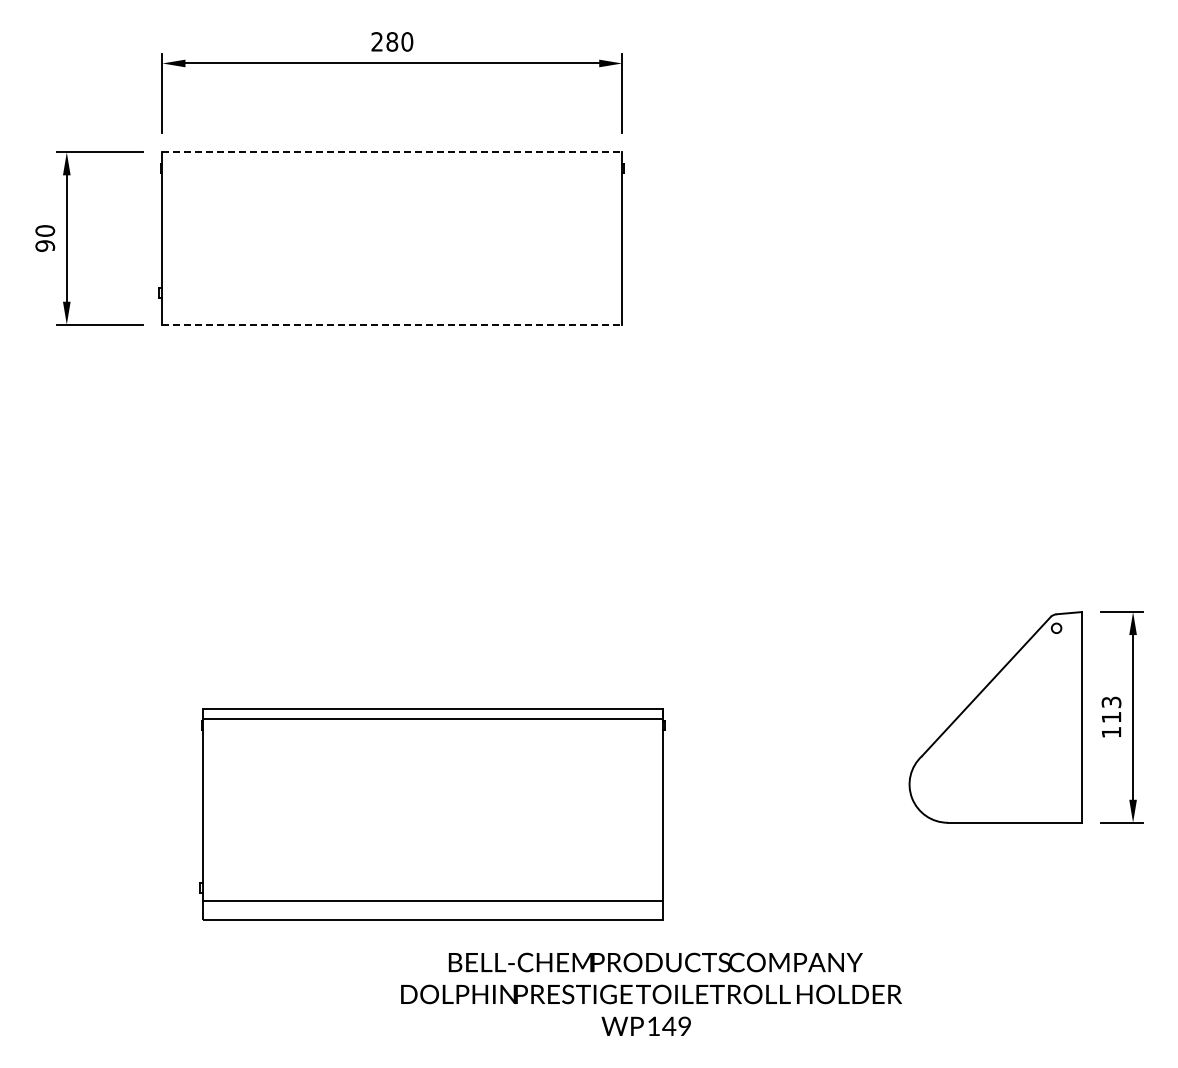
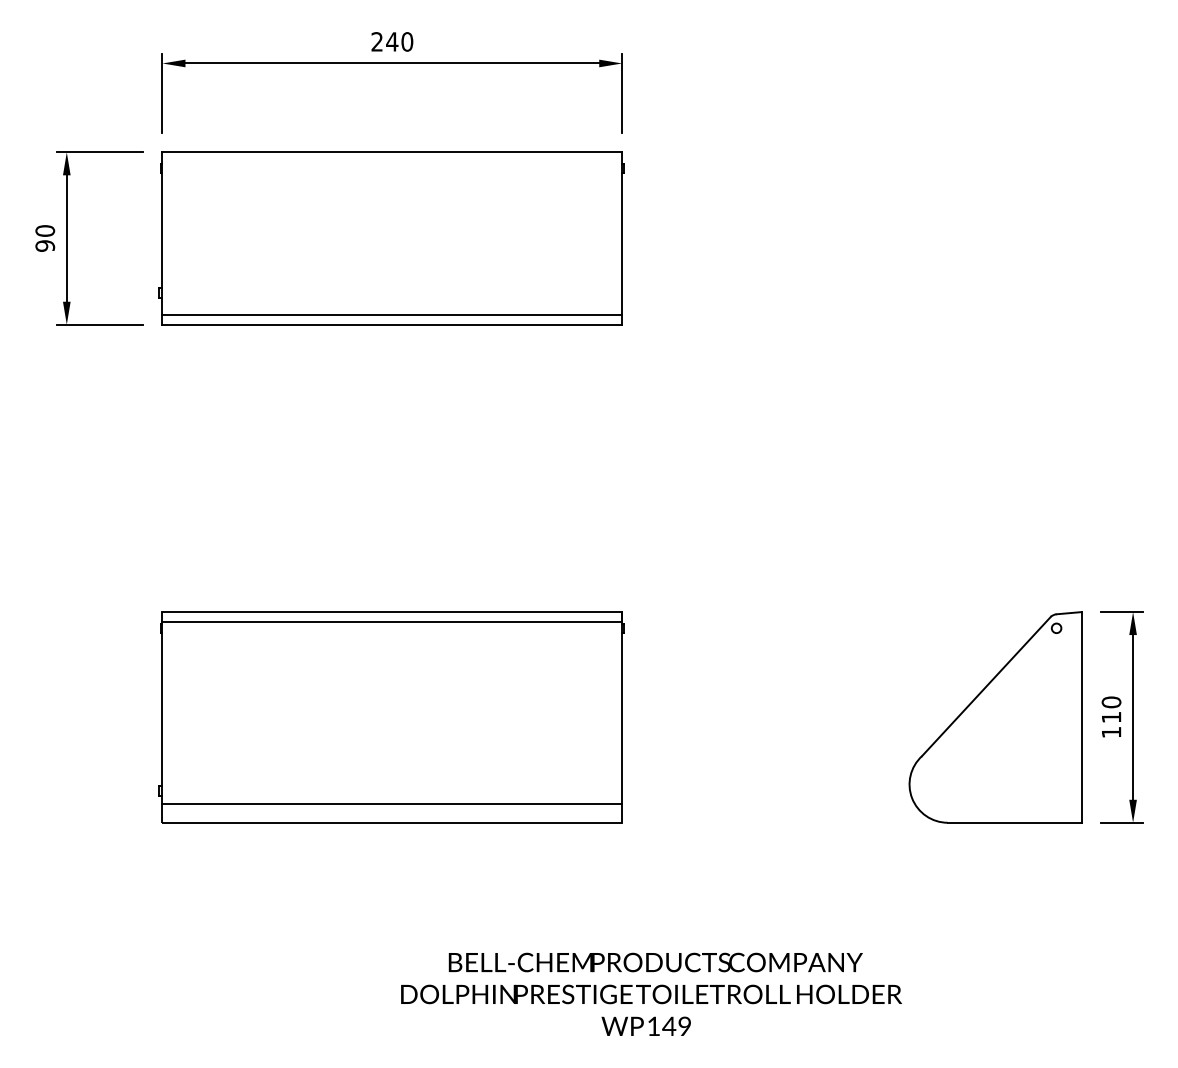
text at (392, 41): 280 -> 240
line at (392, 152): dashed -> solid
line at (392, 315): none -> present
line at (392, 324): dashed -> solid
text at (1111, 702): 113 -> 110
part at (432, 814) position: (432, 814) -> (391, 717)
